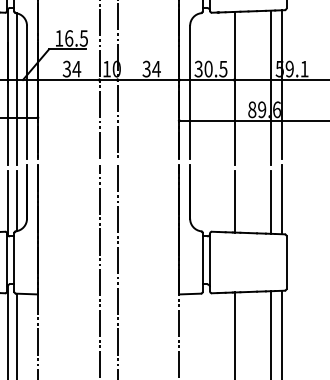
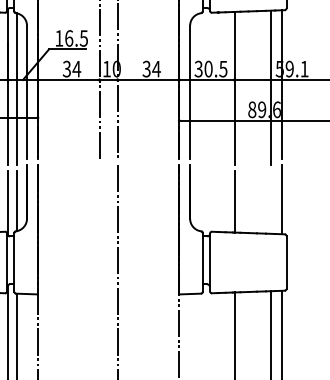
line at (270, 202): present -> none
line at (99, 270): present -> none
